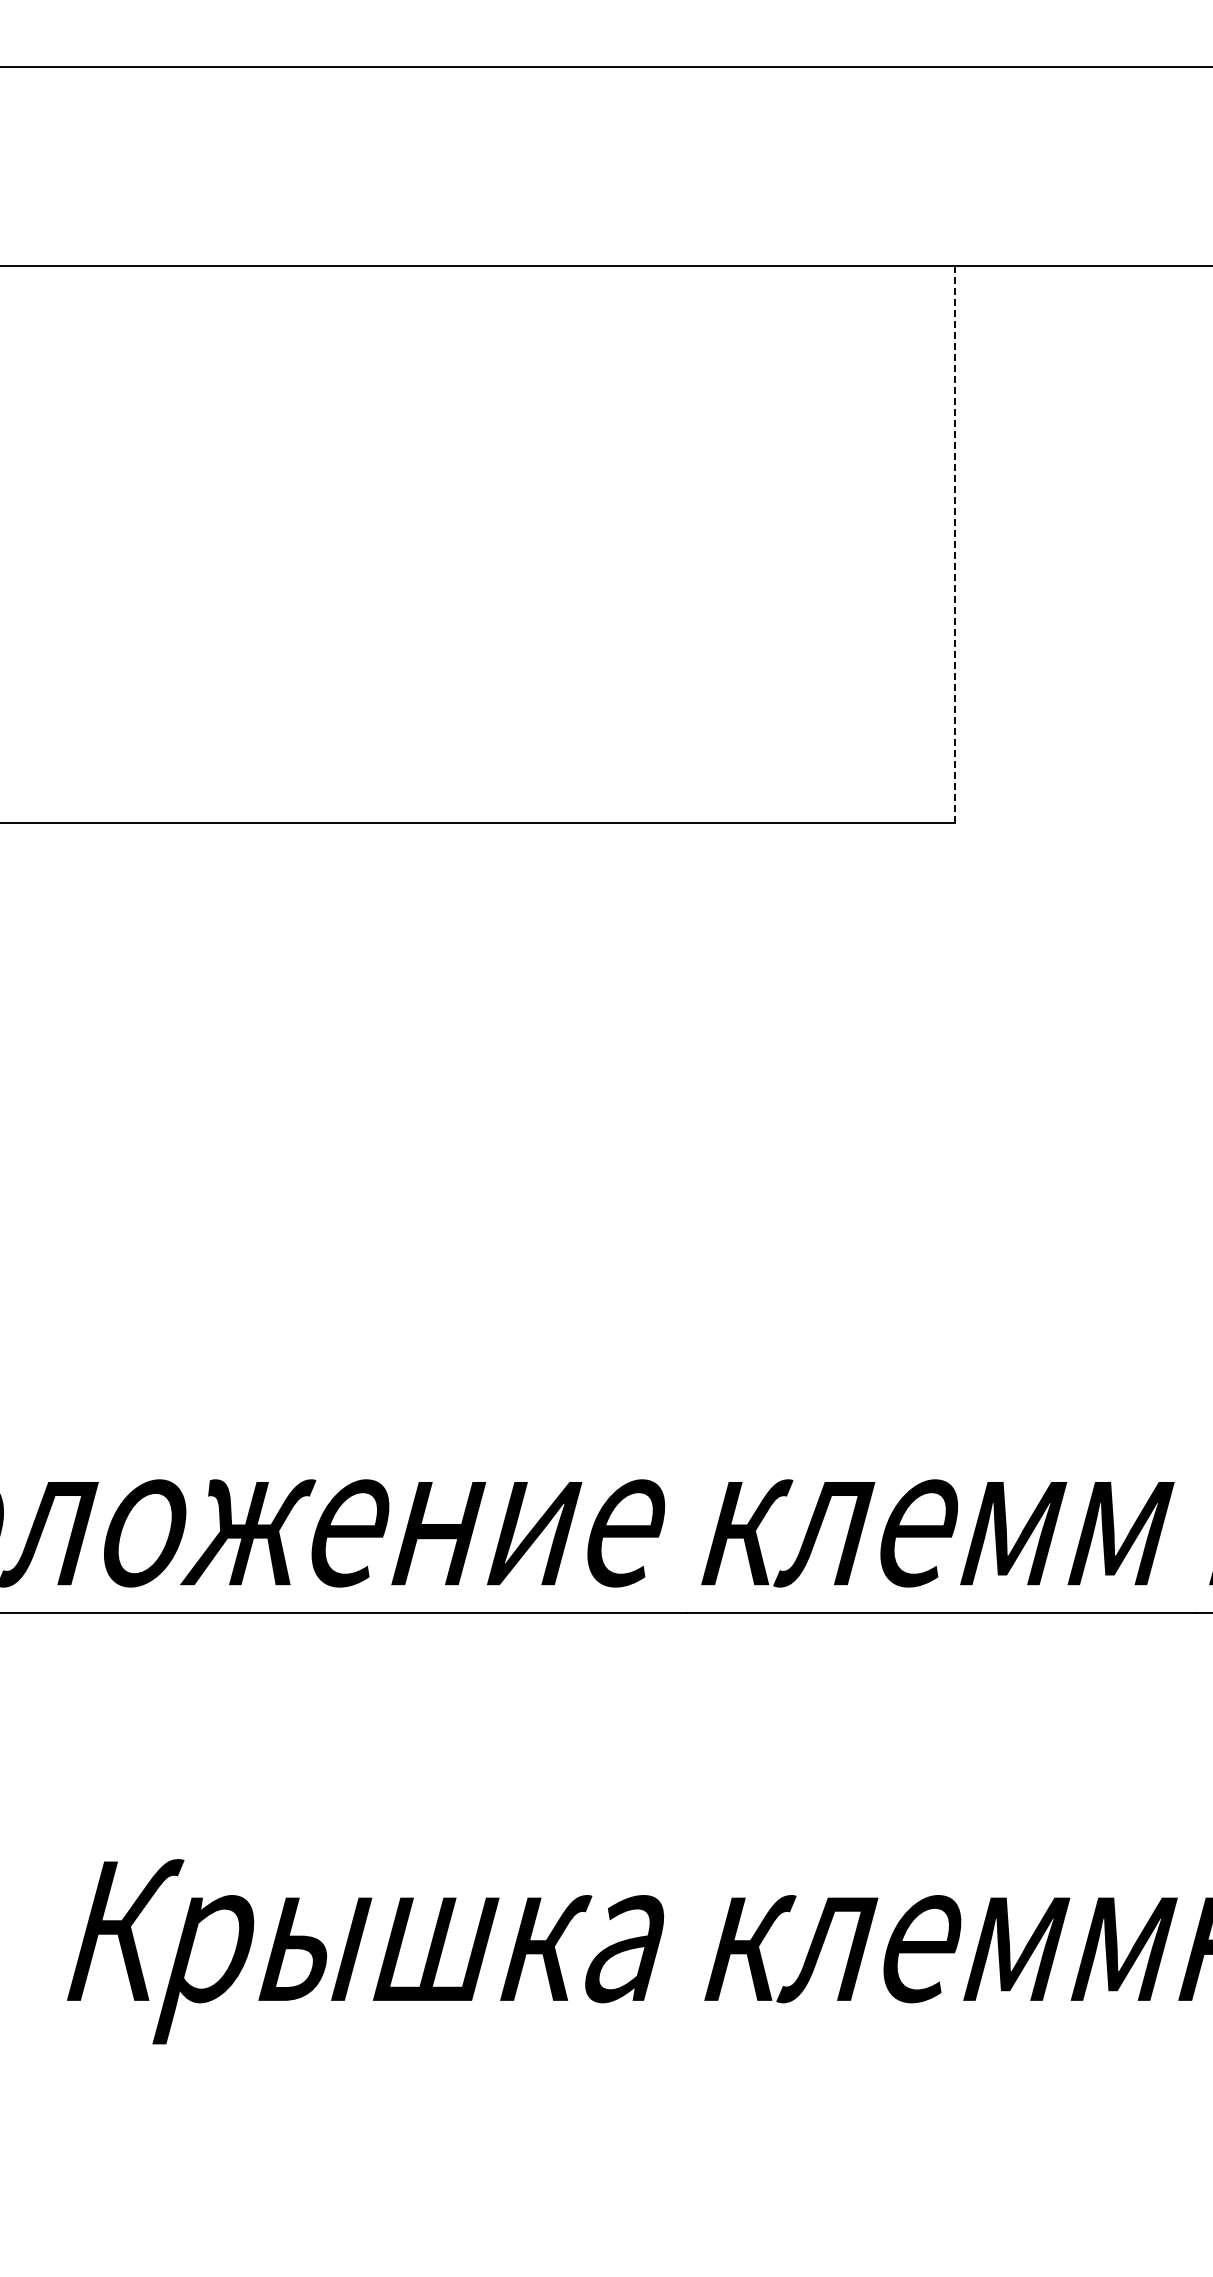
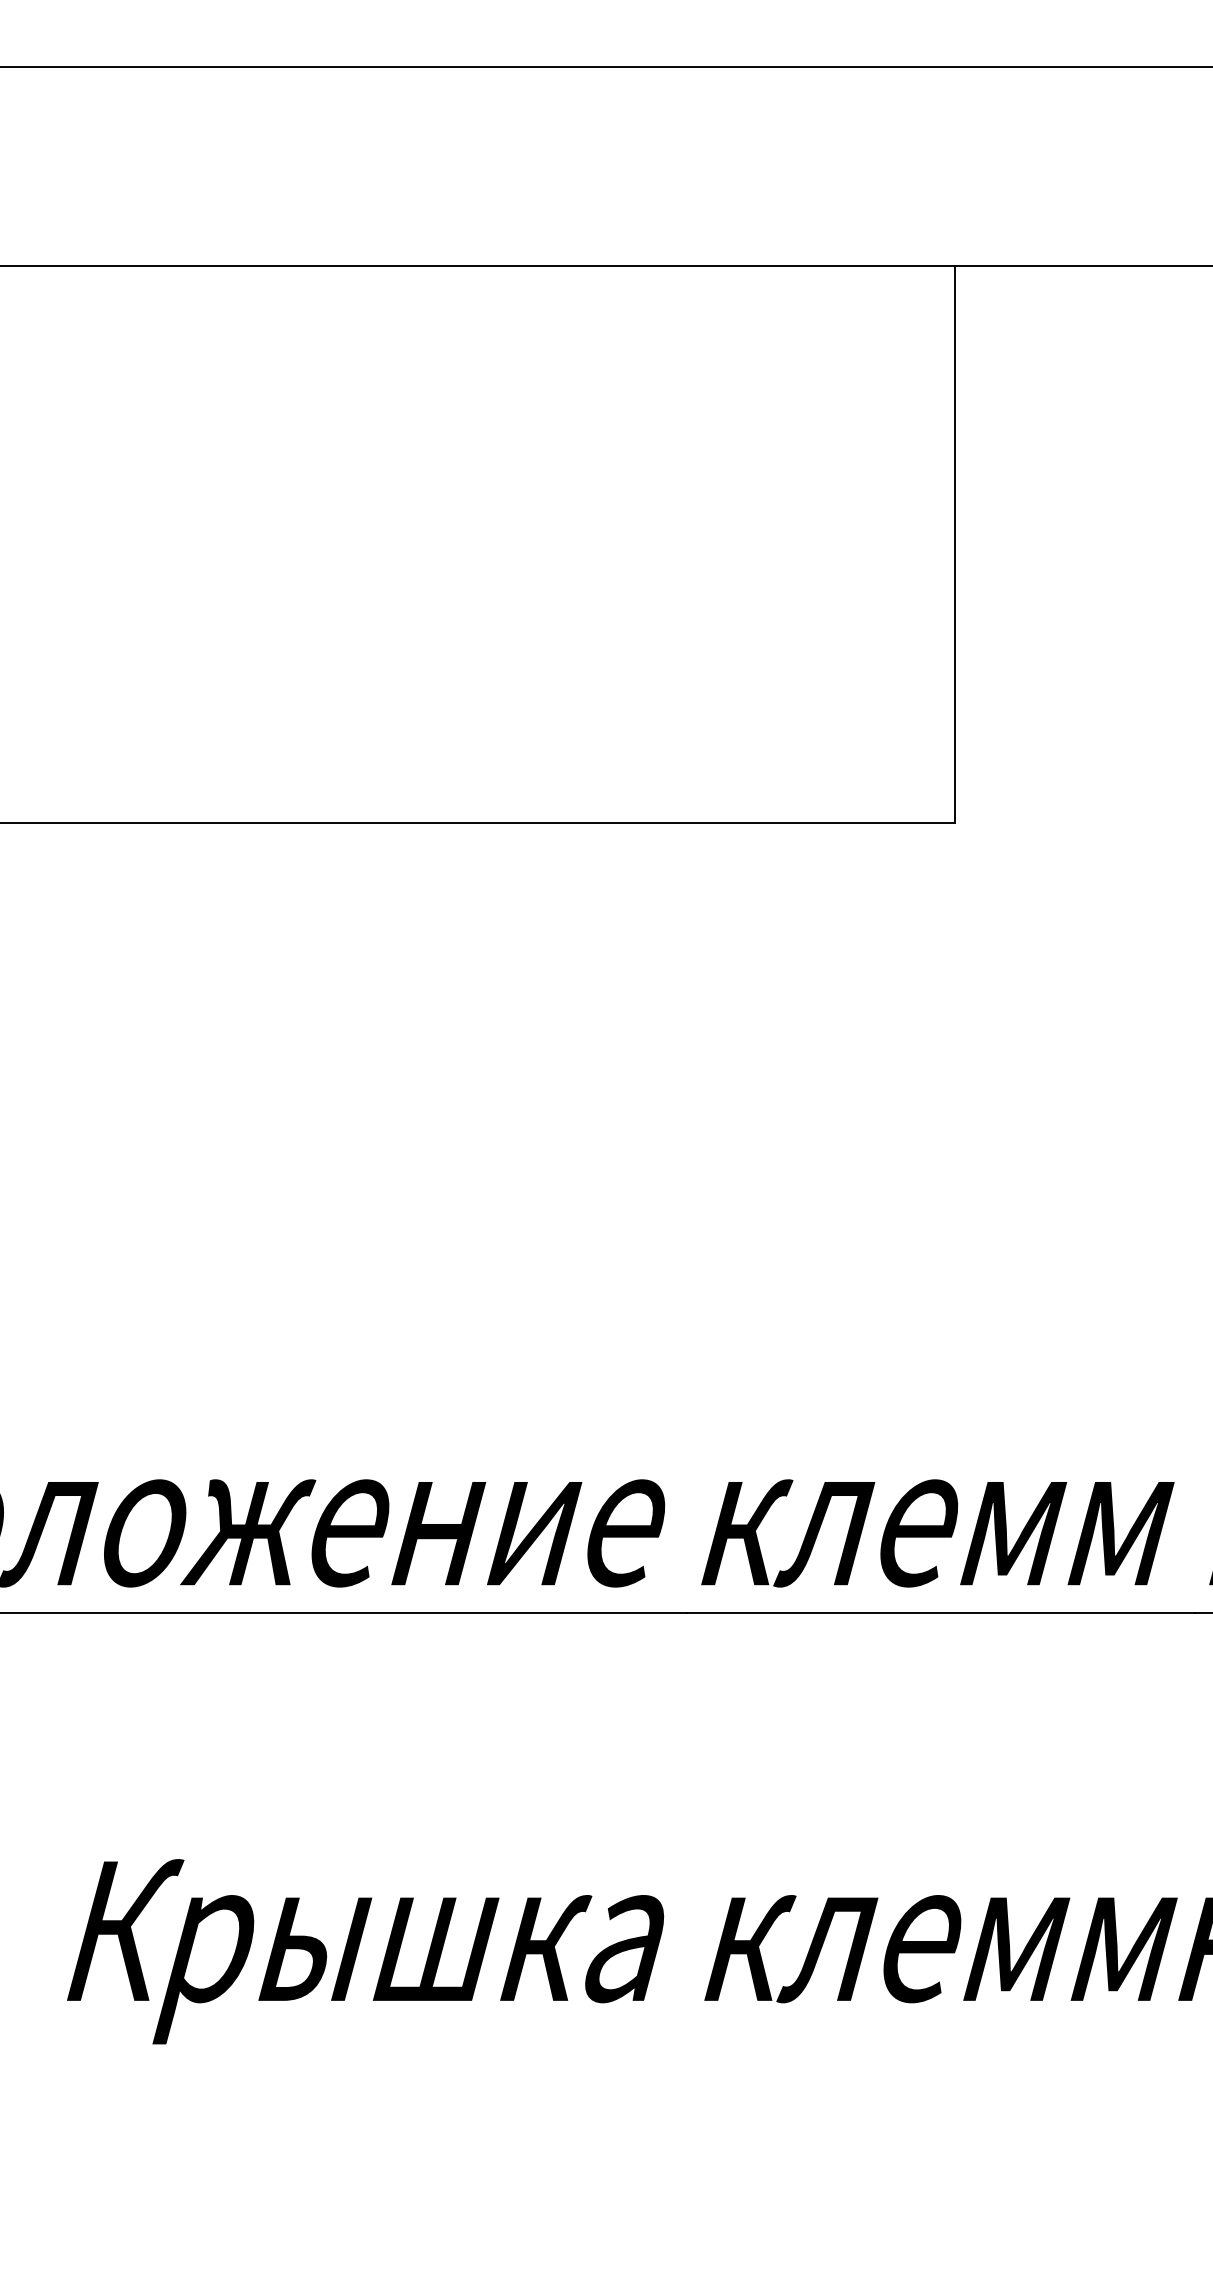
line at (955, 544): dashed -> solid
